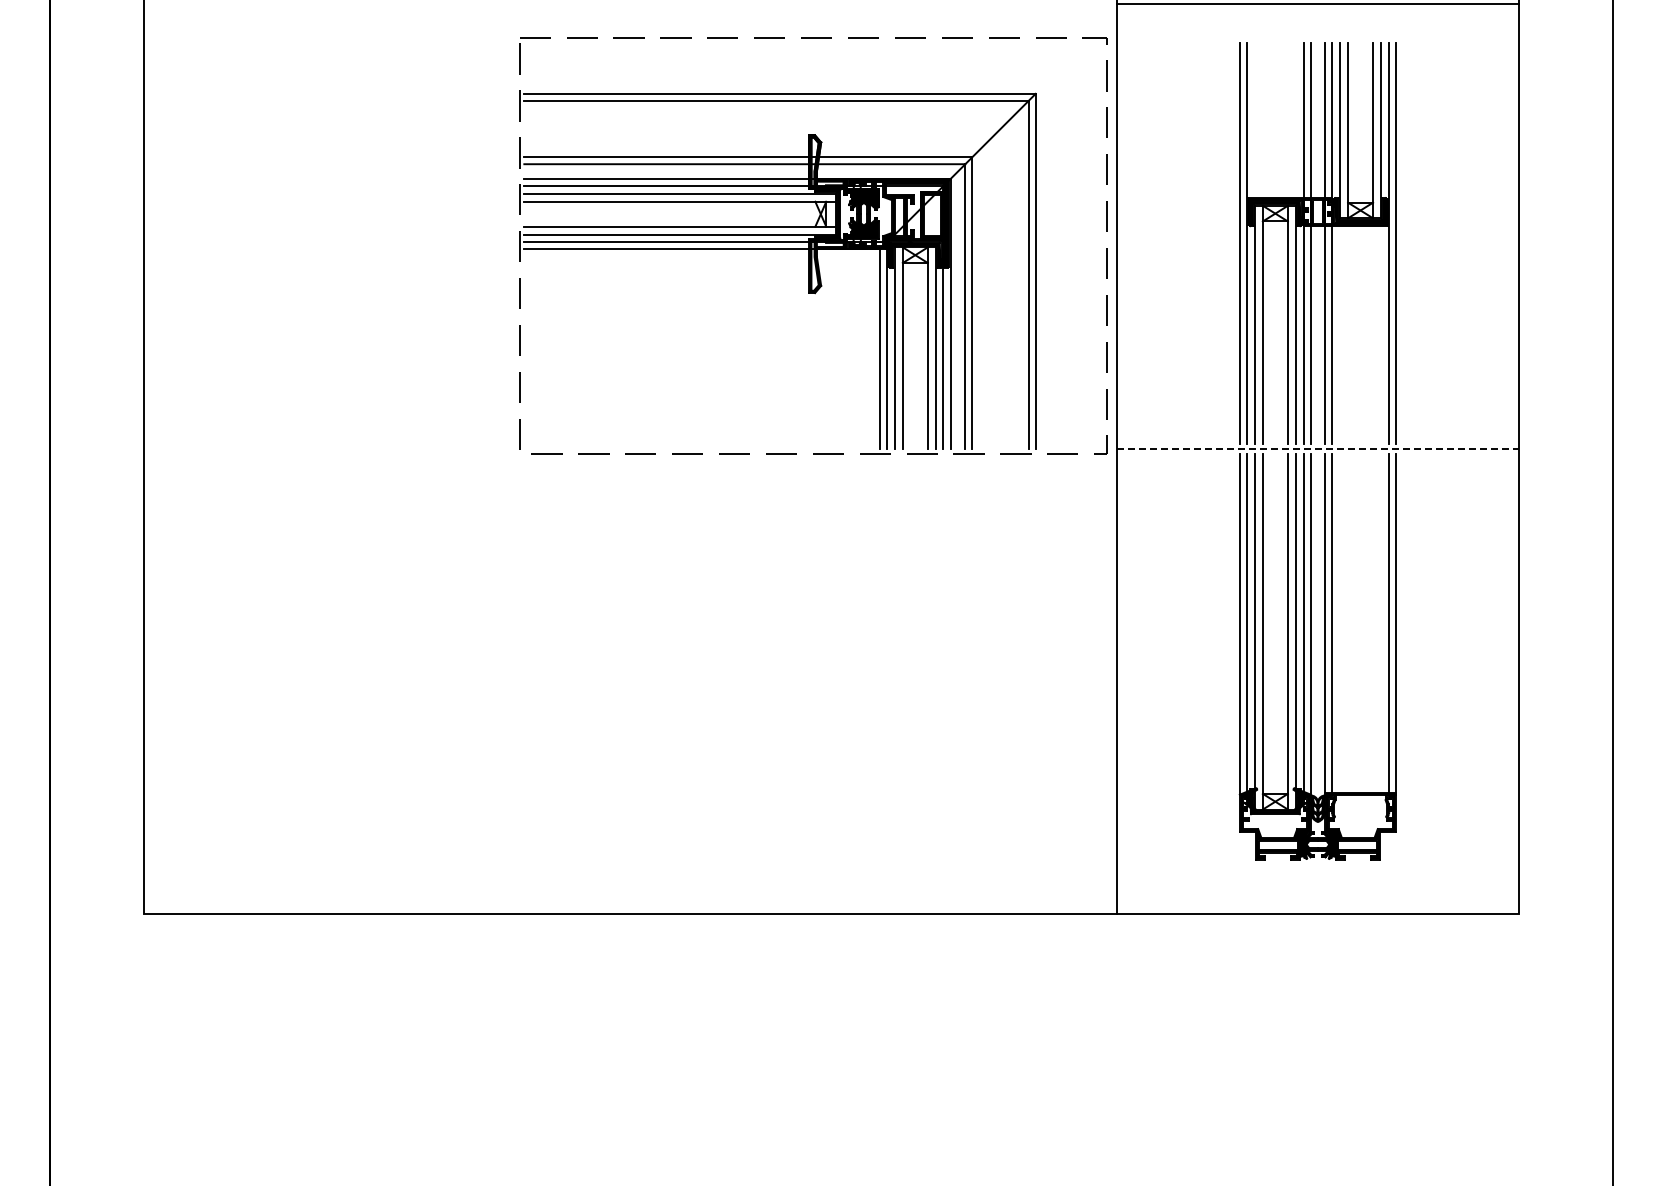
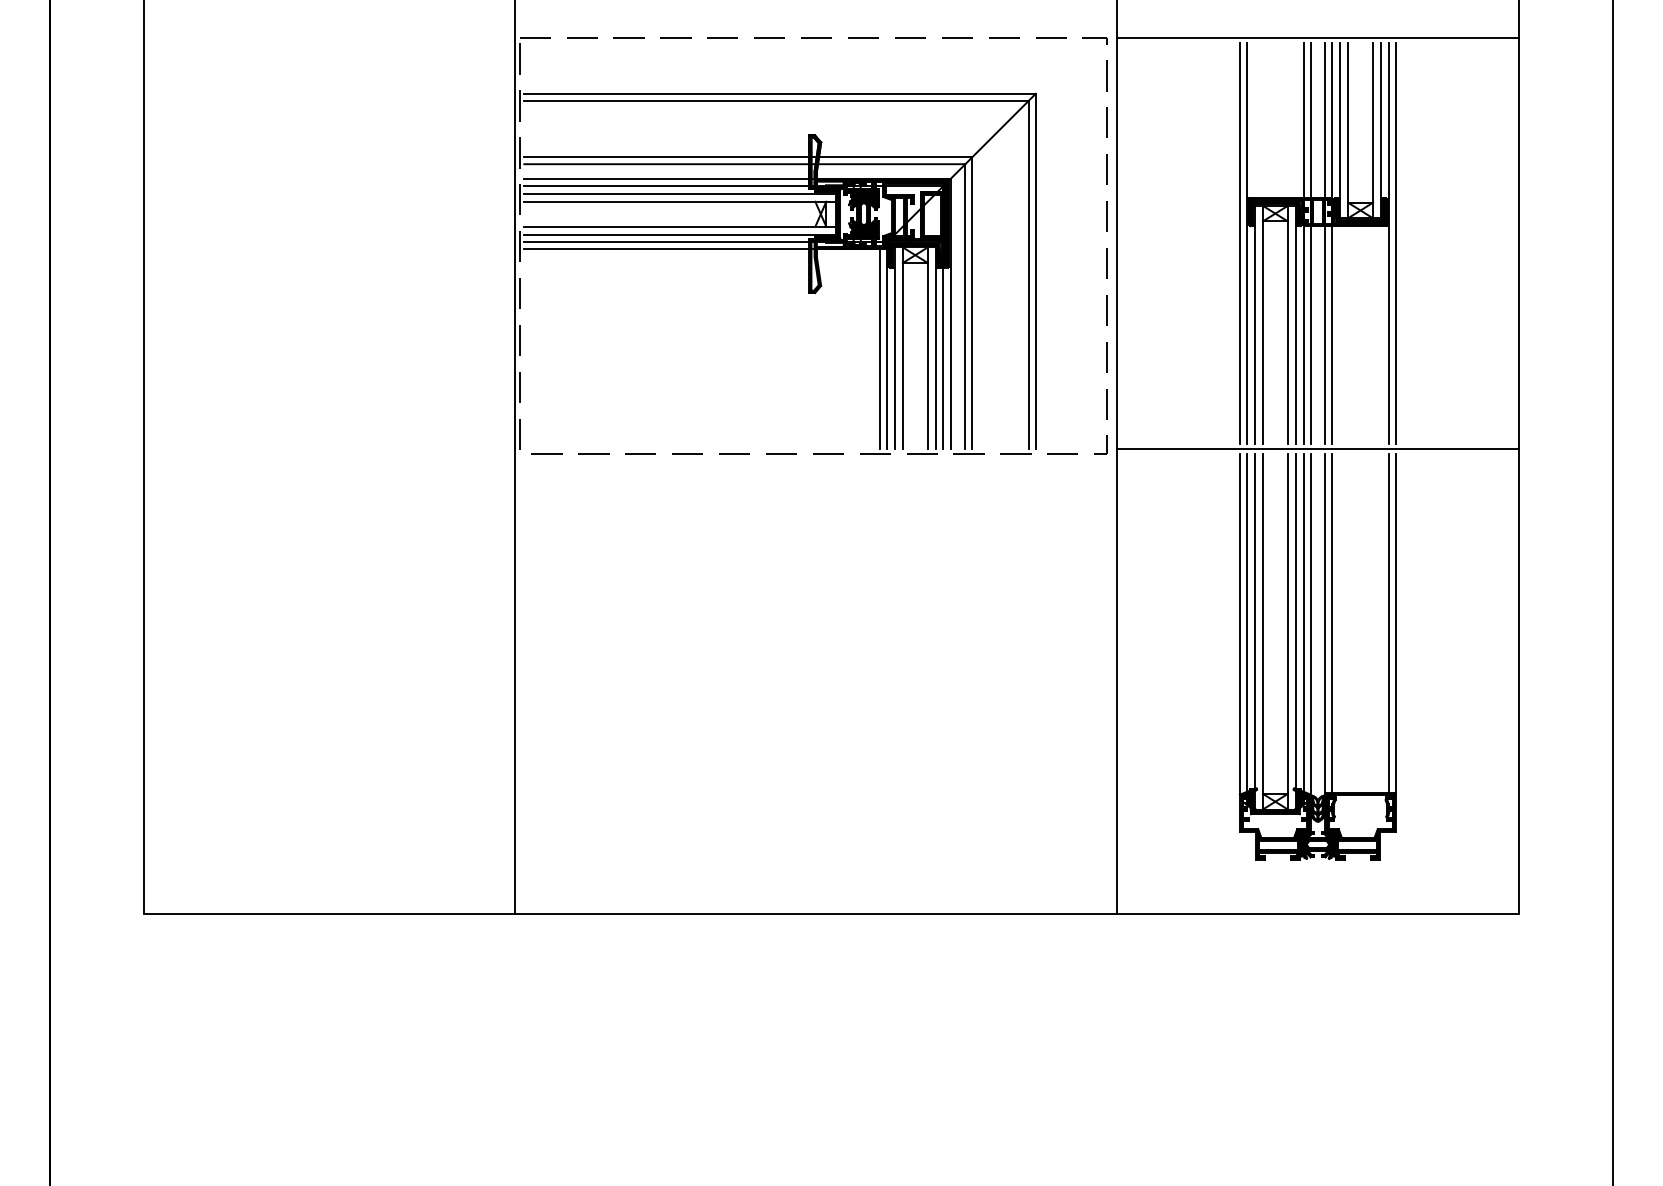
line at (1317, 4) position: (1317, 4) -> (1317, 38)
line at (1318, 449): dashed -> solid
line at (514, 458): none -> present
